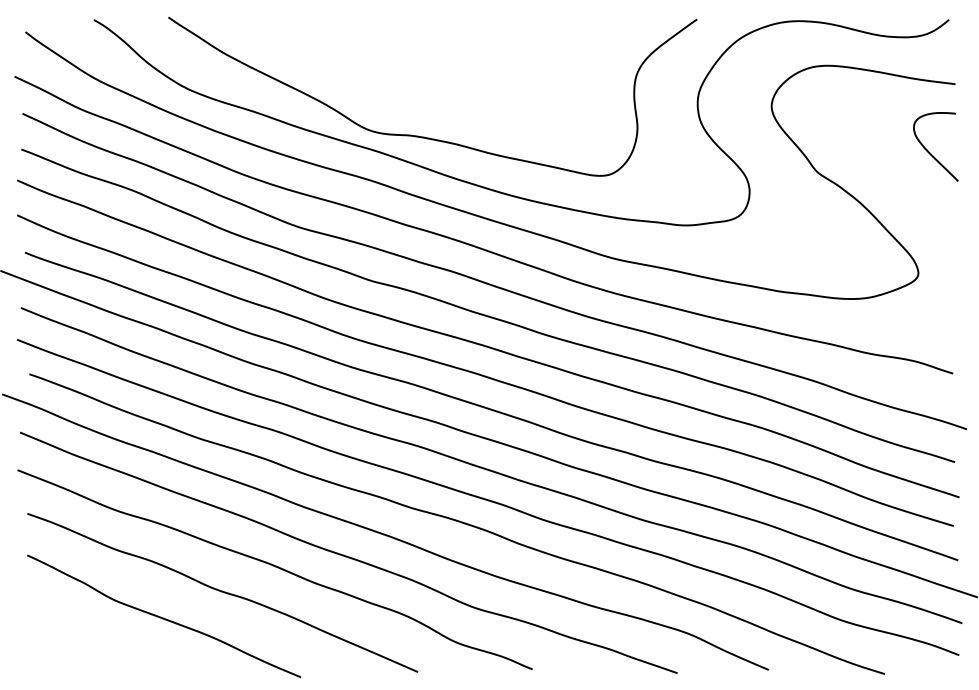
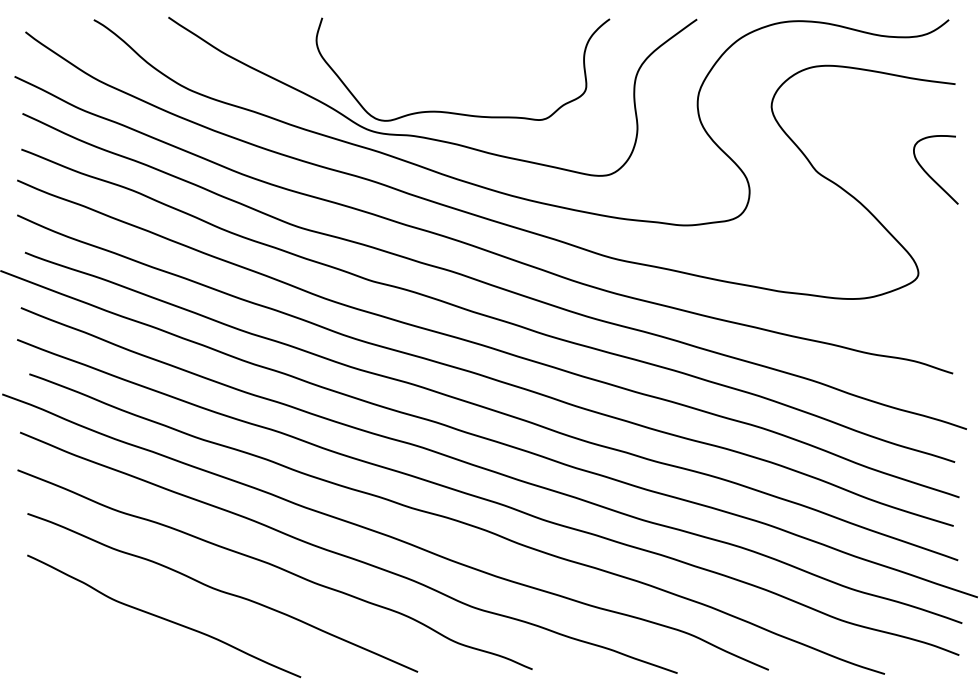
curve at (456, 112): none -> present
curve at (929, 151) position: (929, 151) -> (929, 174)
